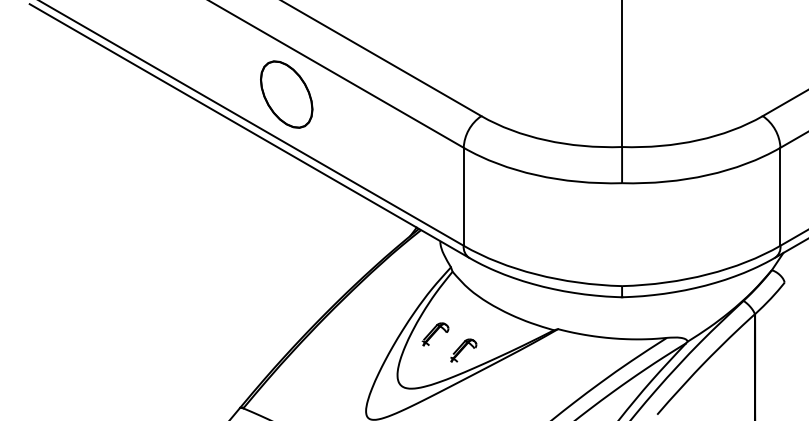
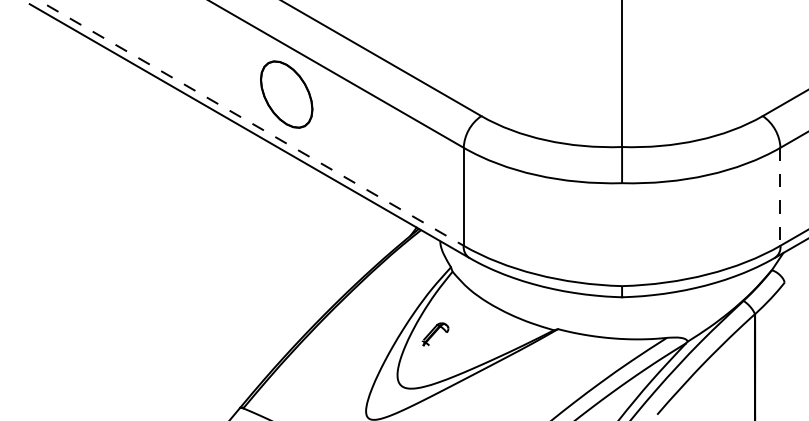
line at (250, 122): solid -> dashed
line at (780, 196): solid -> dashed
part at (463, 350): present -> none
